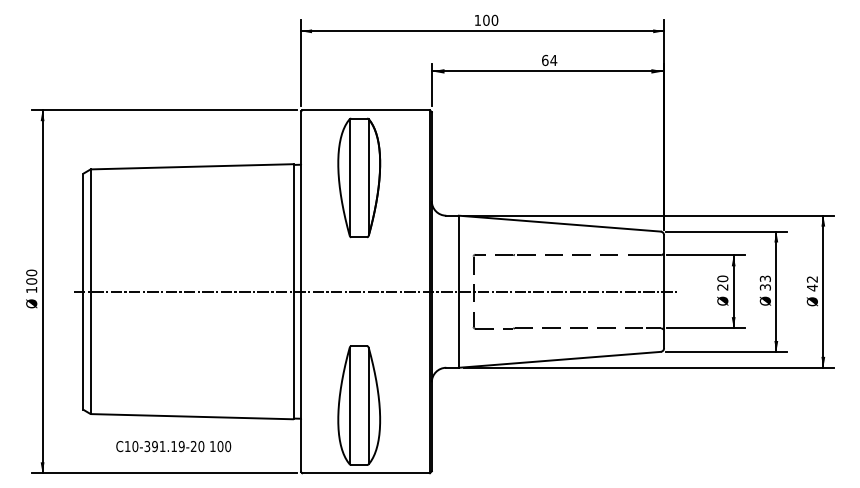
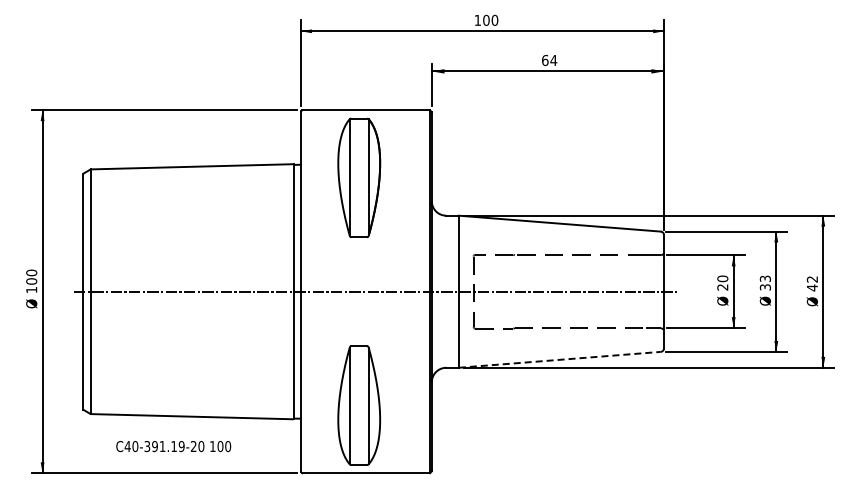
line at (560, 359): solid -> dashed
text at (127, 446): C10-391.19-20 -> C40-391.19-20
